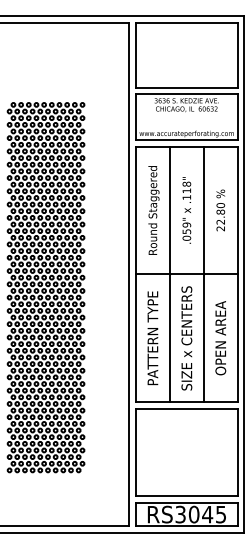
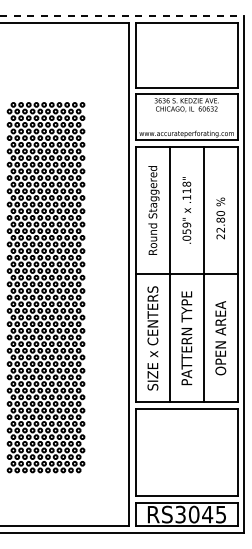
line at (122, 16): solid -> dashed
text at (220, 210) position: (220, 210) -> (220, 218)
text at (152, 338): PATTERN TYPE -> SIZE x CENTERS
text at (186, 338): SIZE x CENTERS -> PATTERN TYPE
